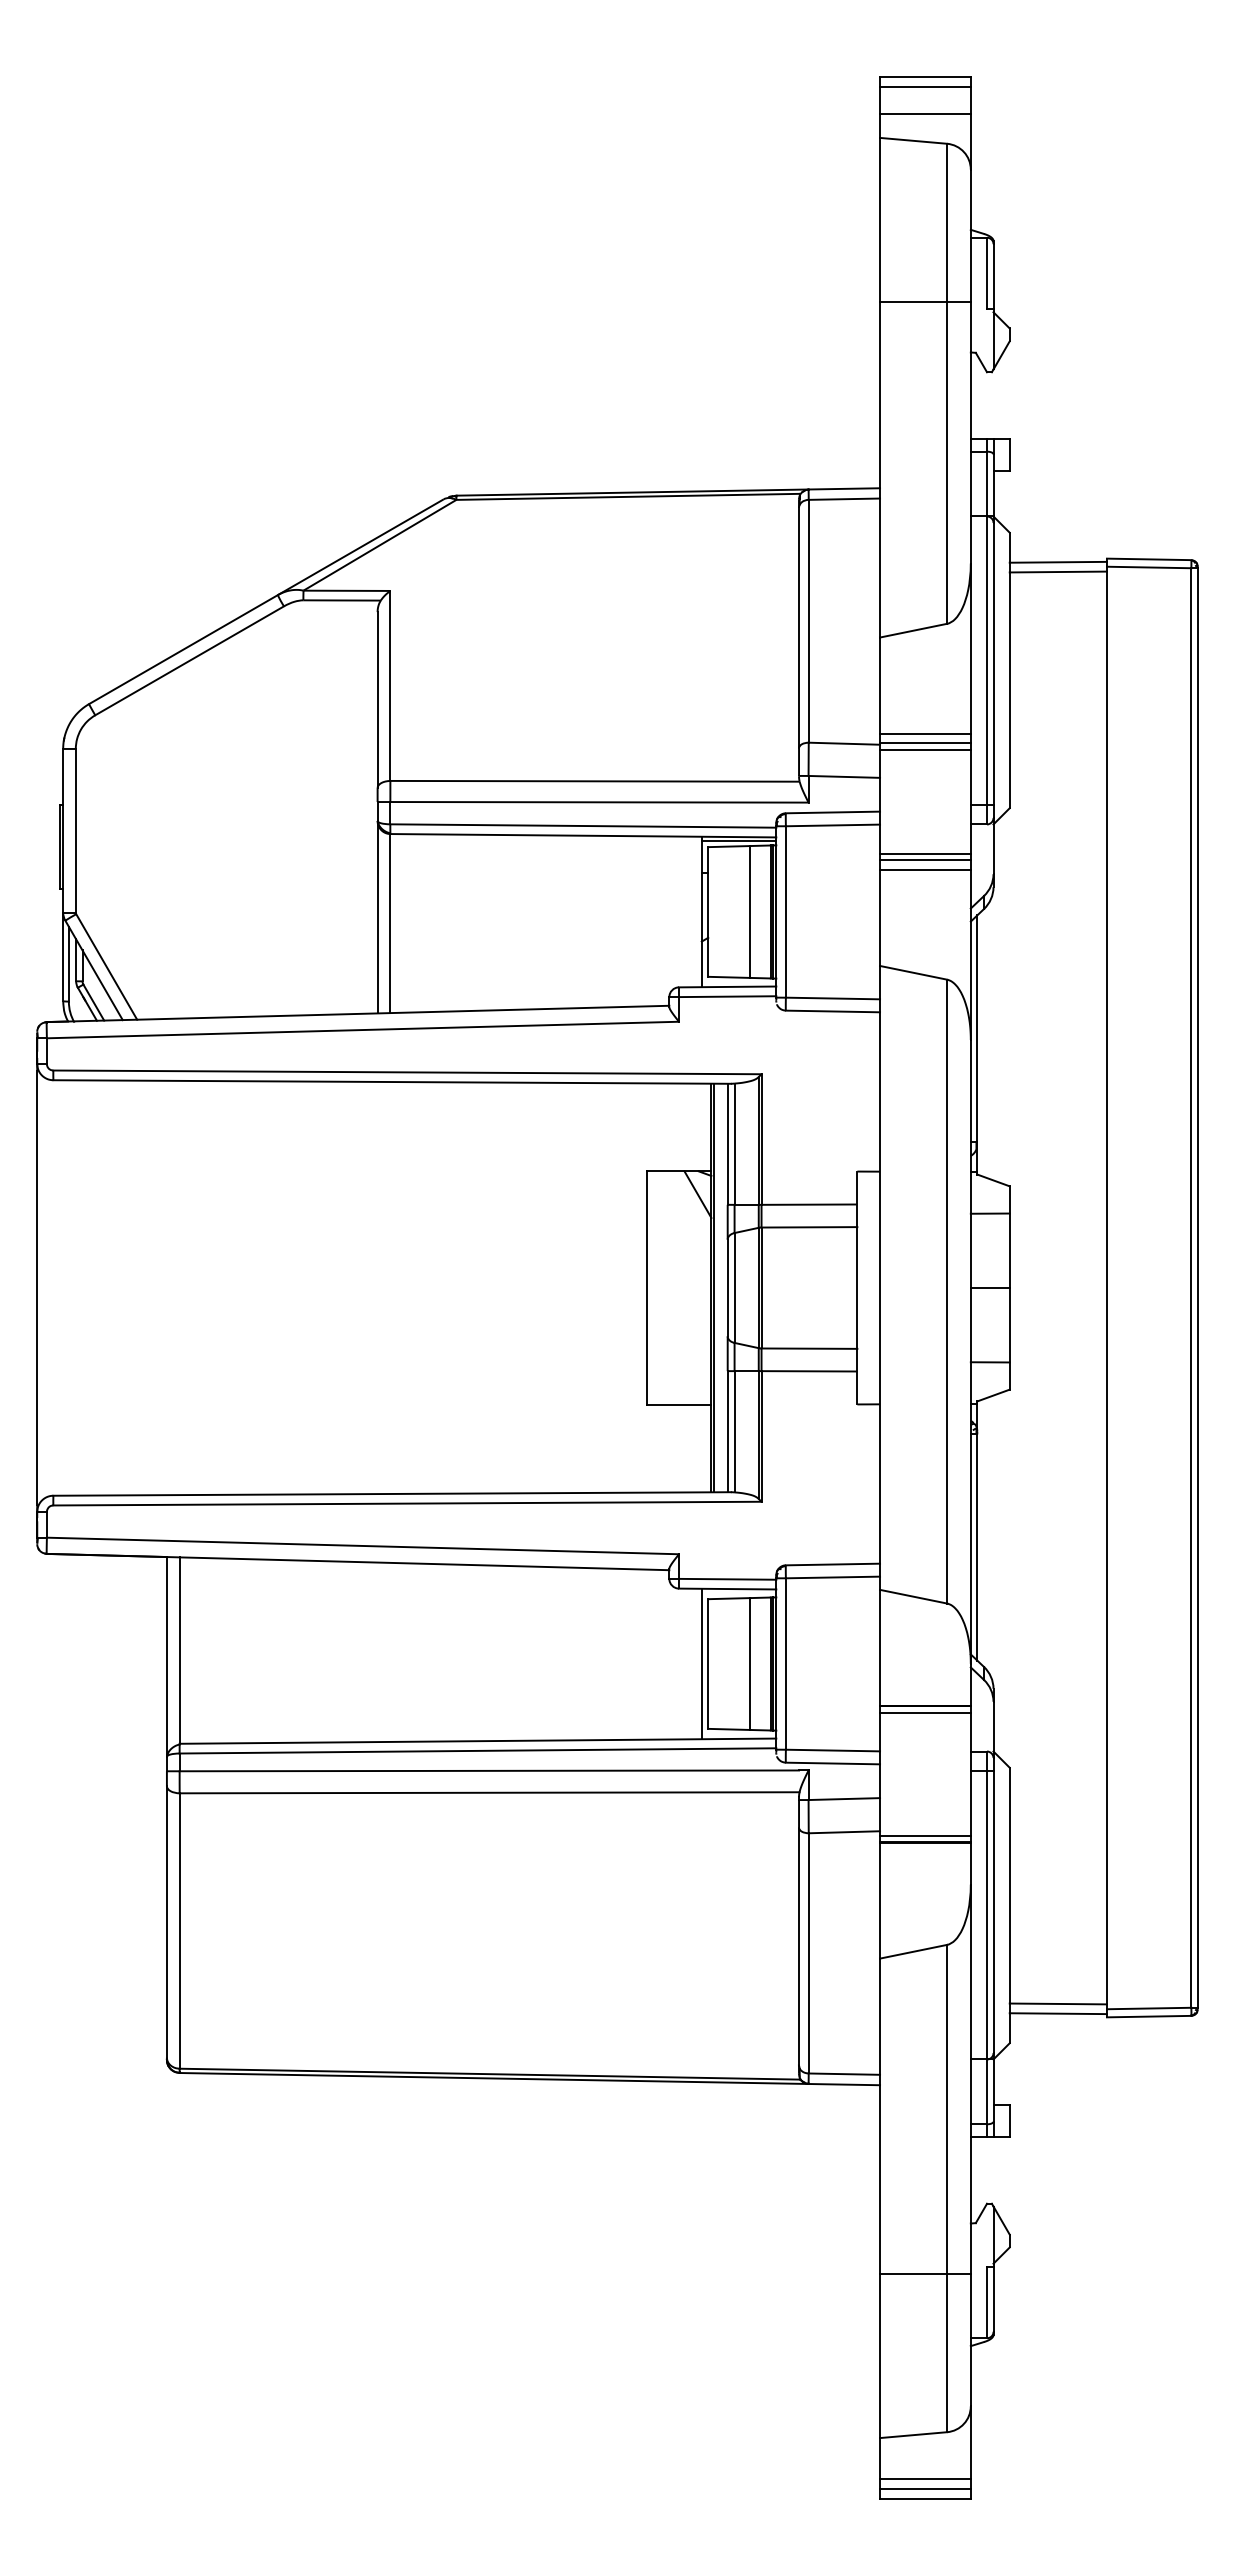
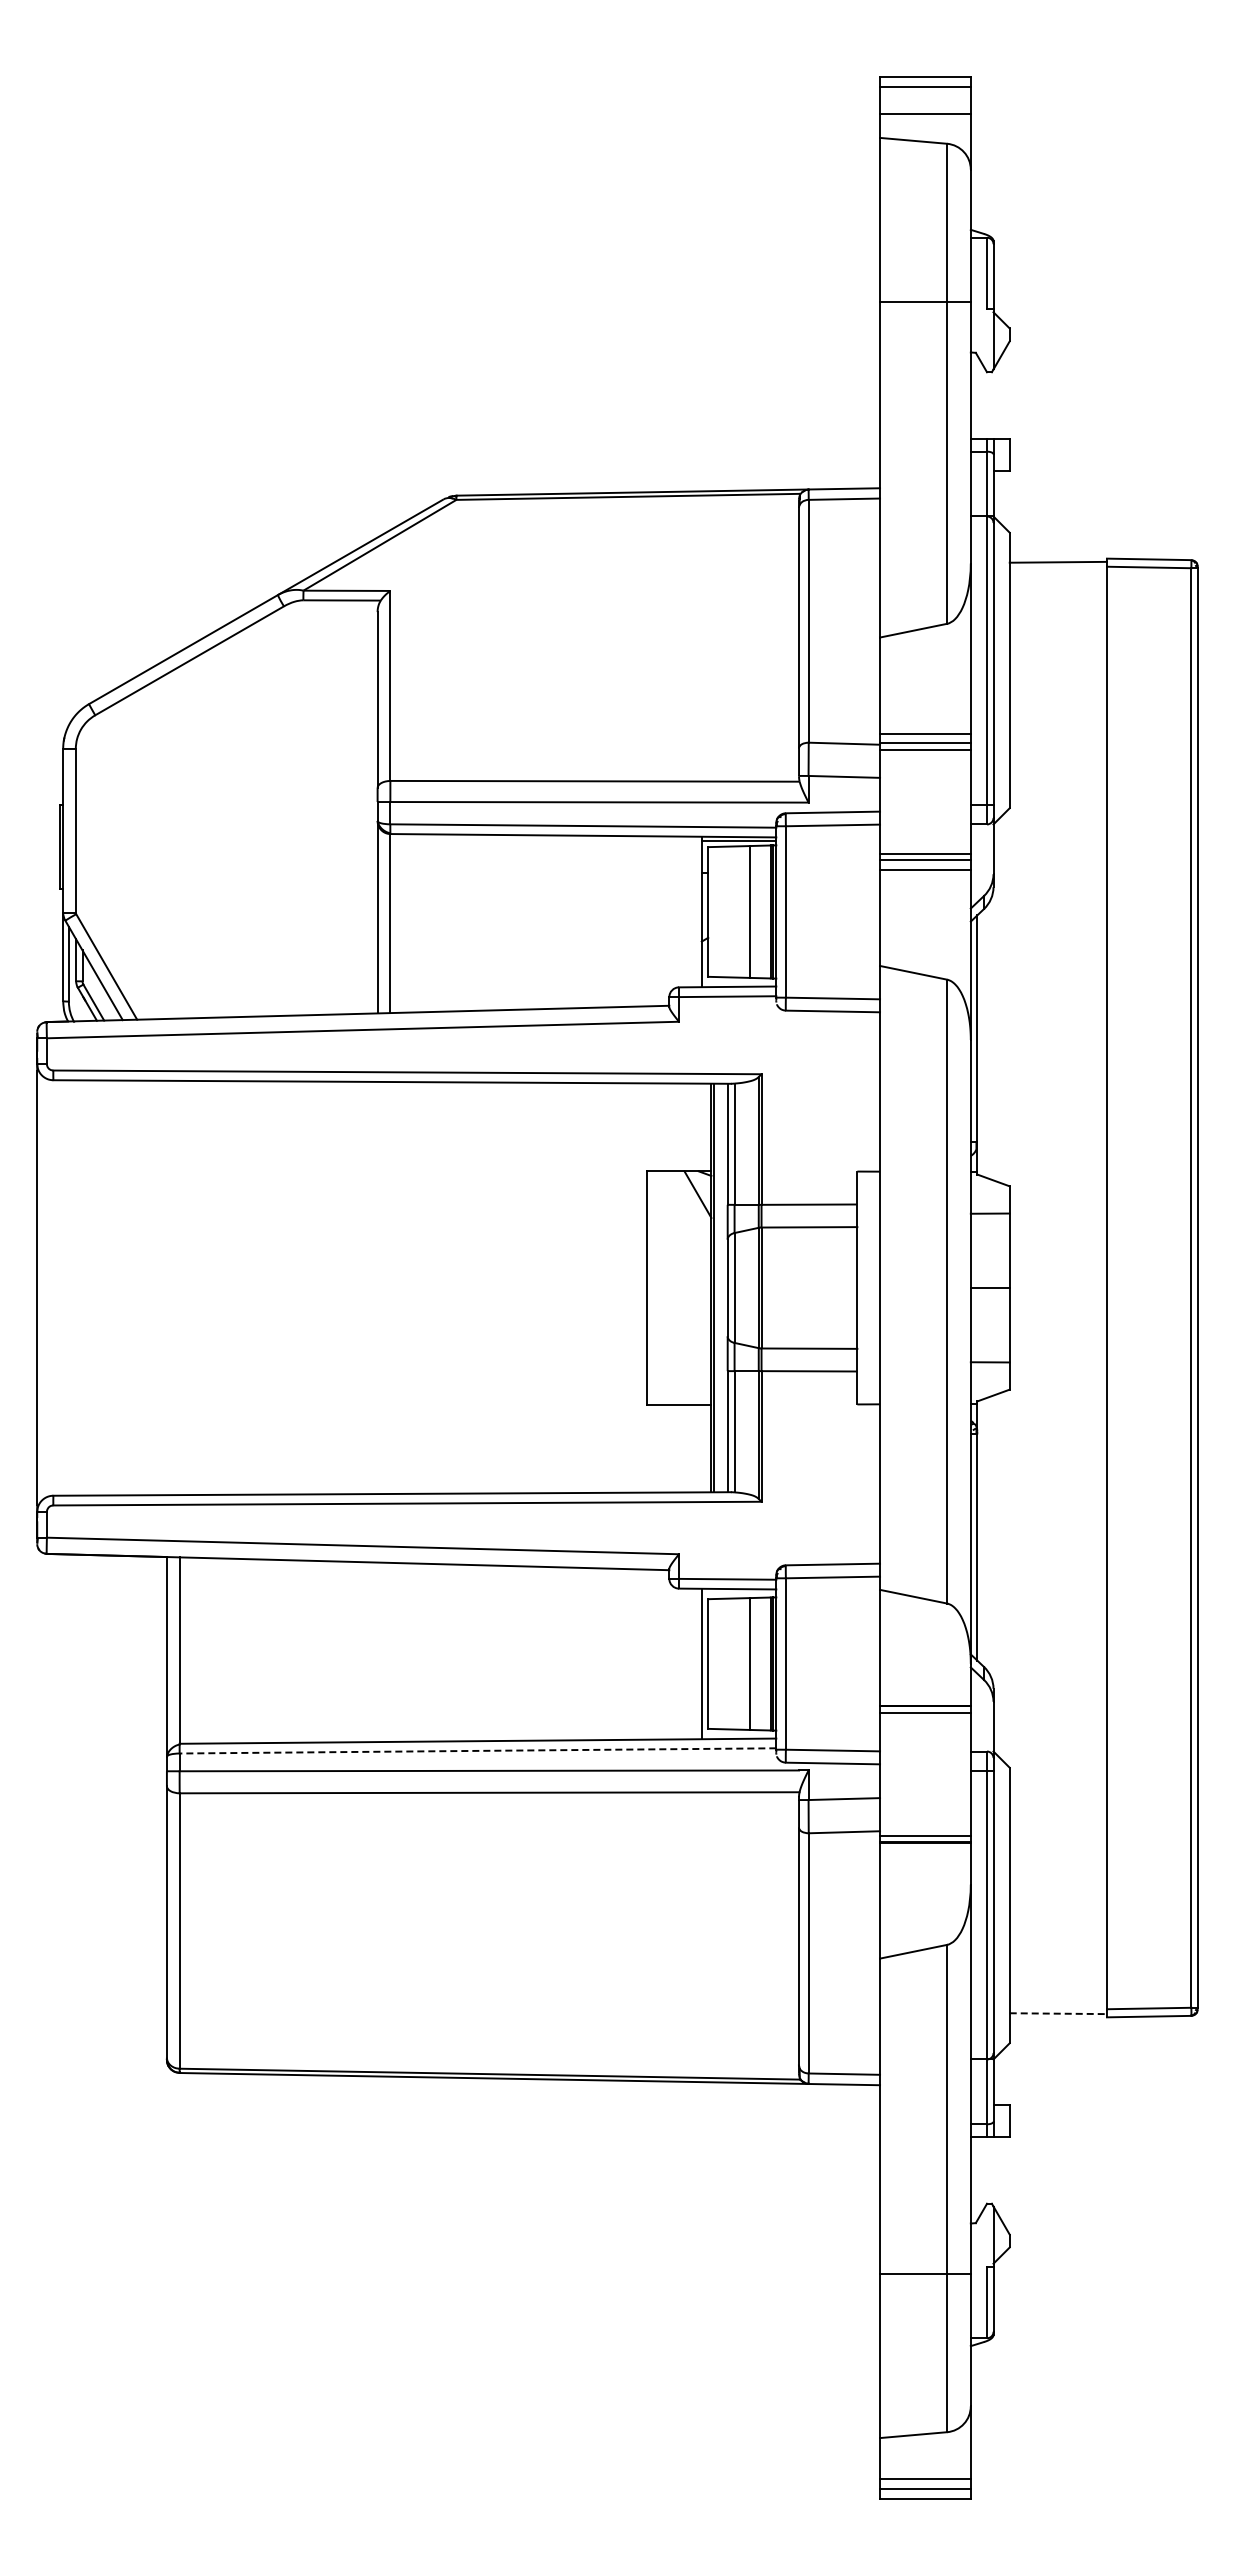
line at (1057, 571): present -> none
line at (477, 1750): solid -> dashed
line at (1057, 2003): present -> none
line at (1058, 2013): solid -> dashed
